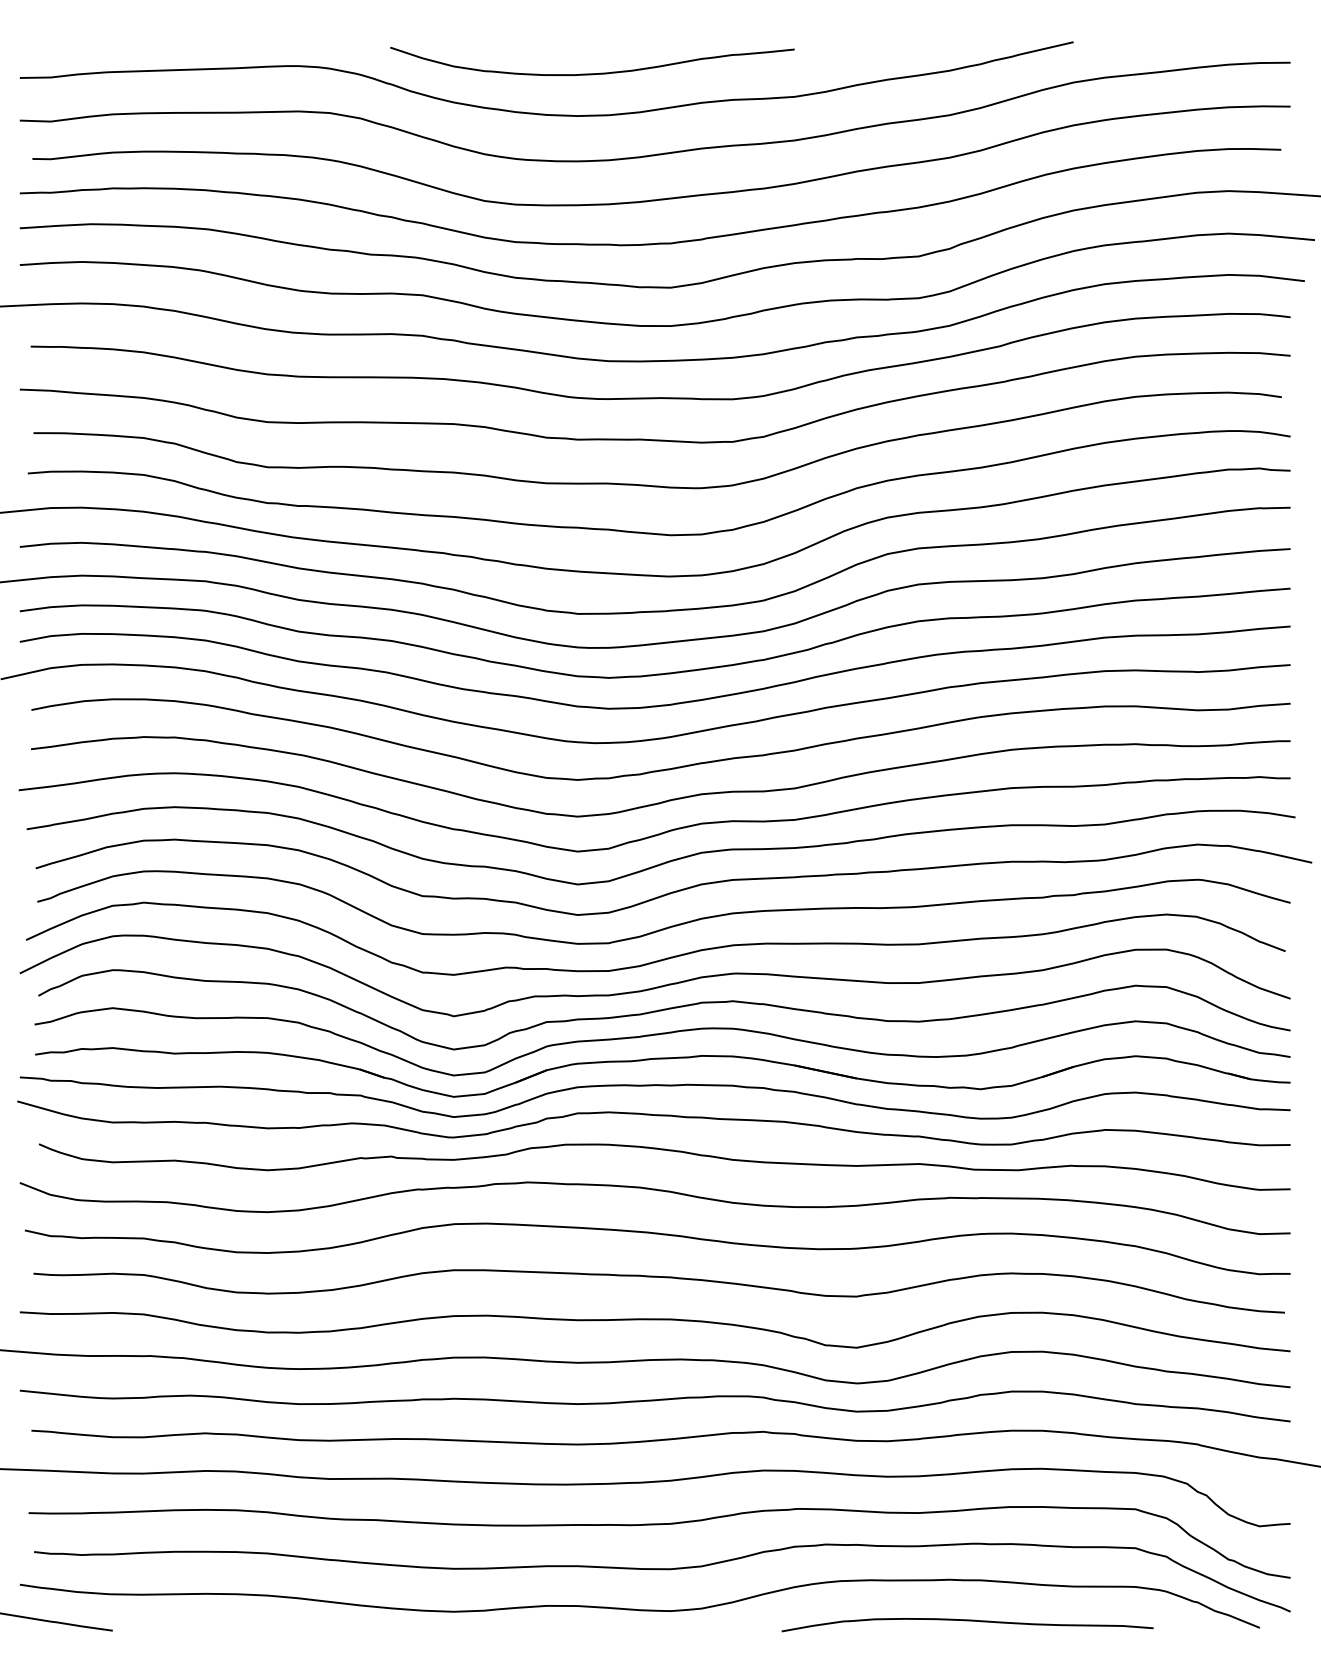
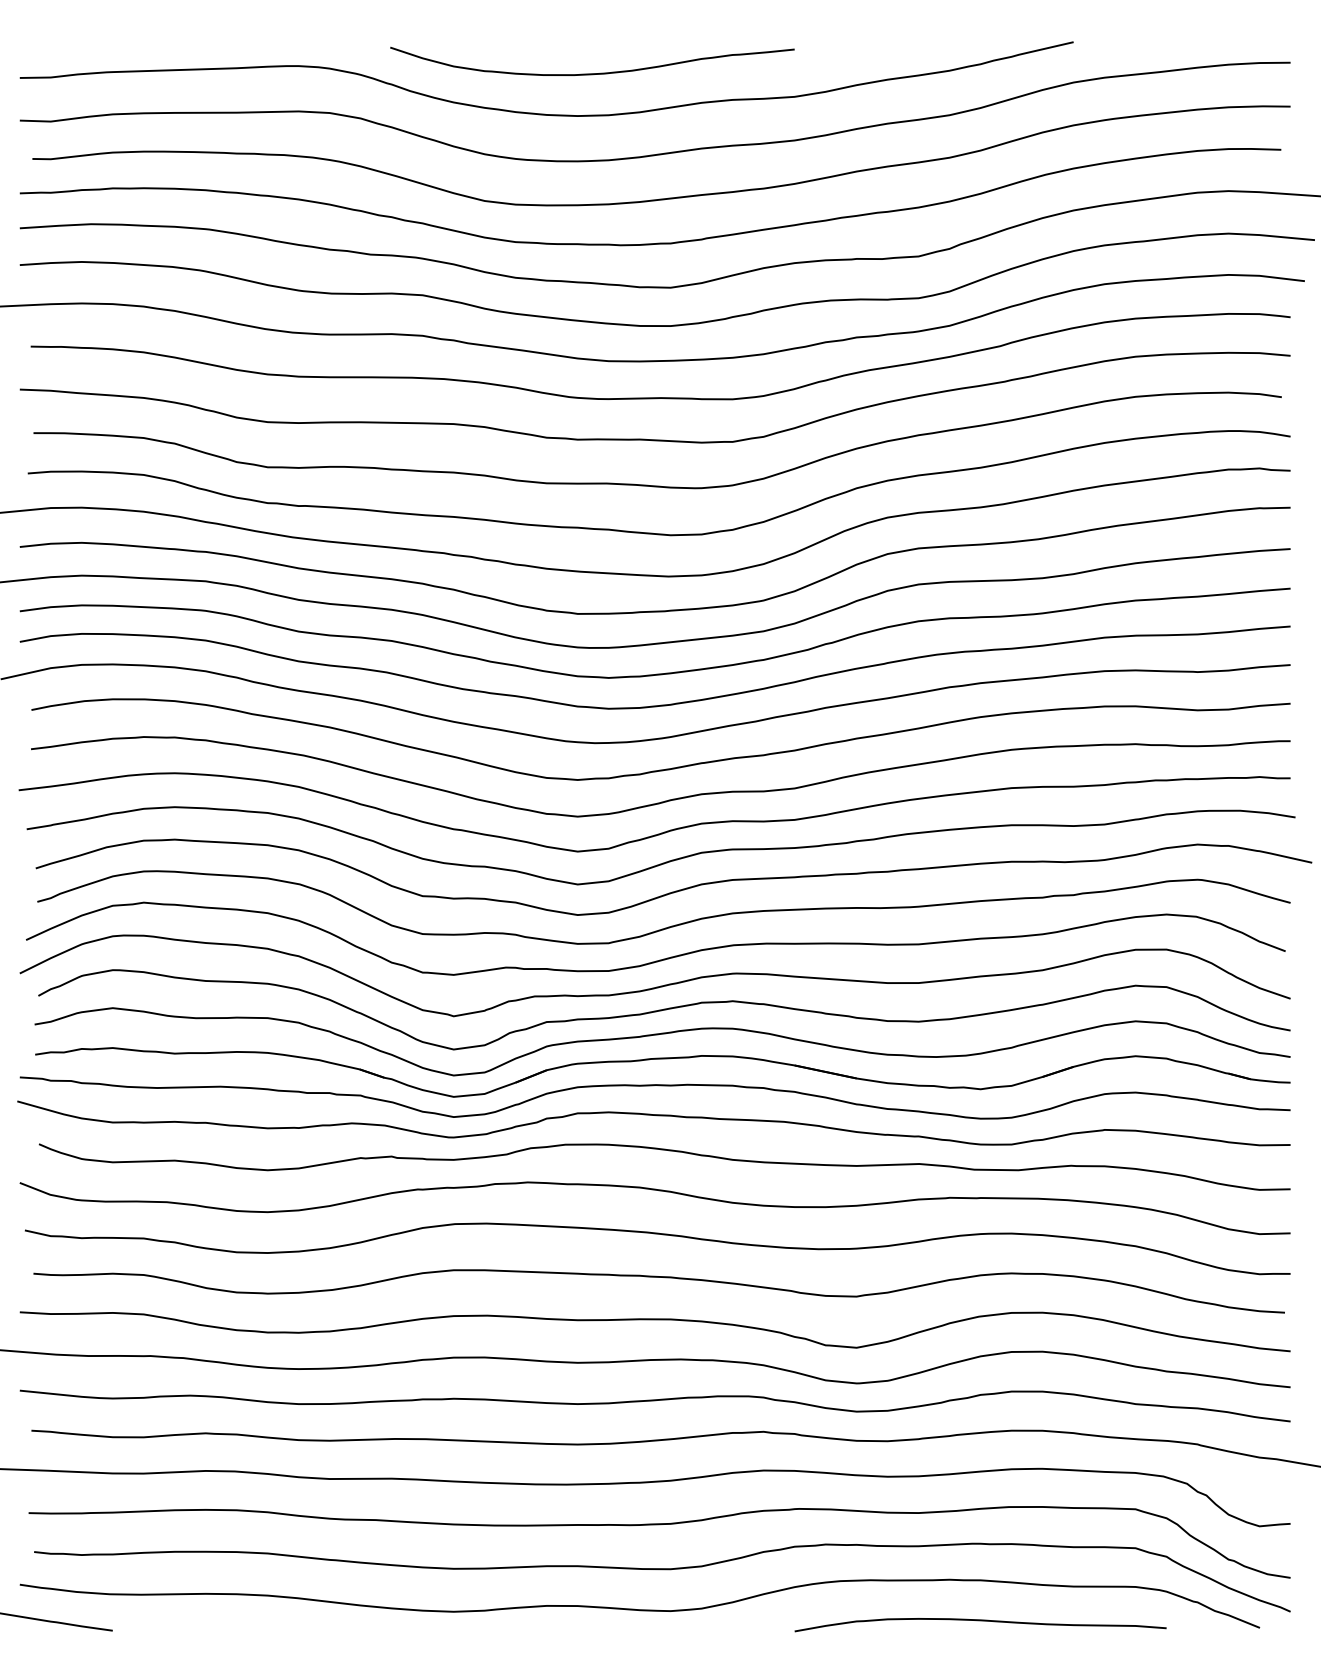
curve at (967, 1621) position: (967, 1621) -> (980, 1621)
